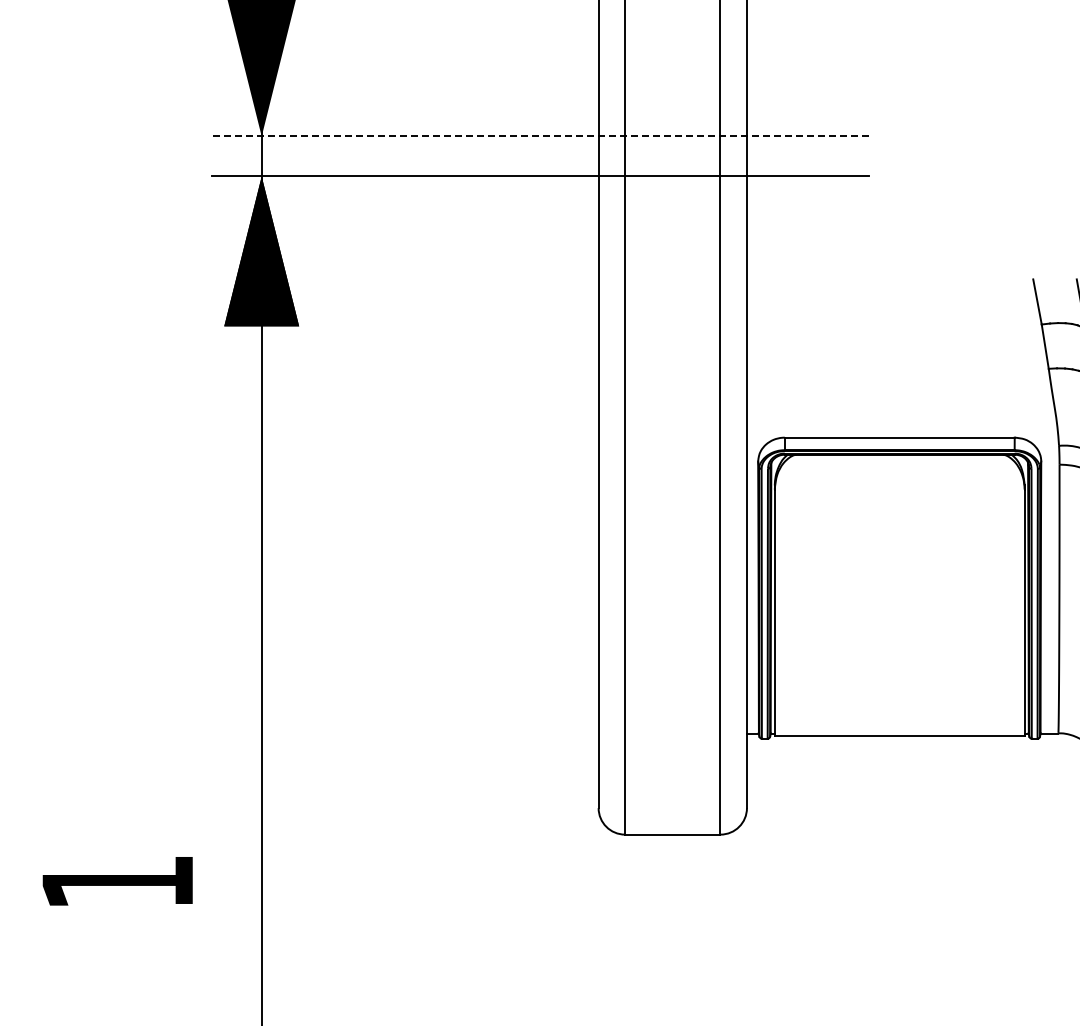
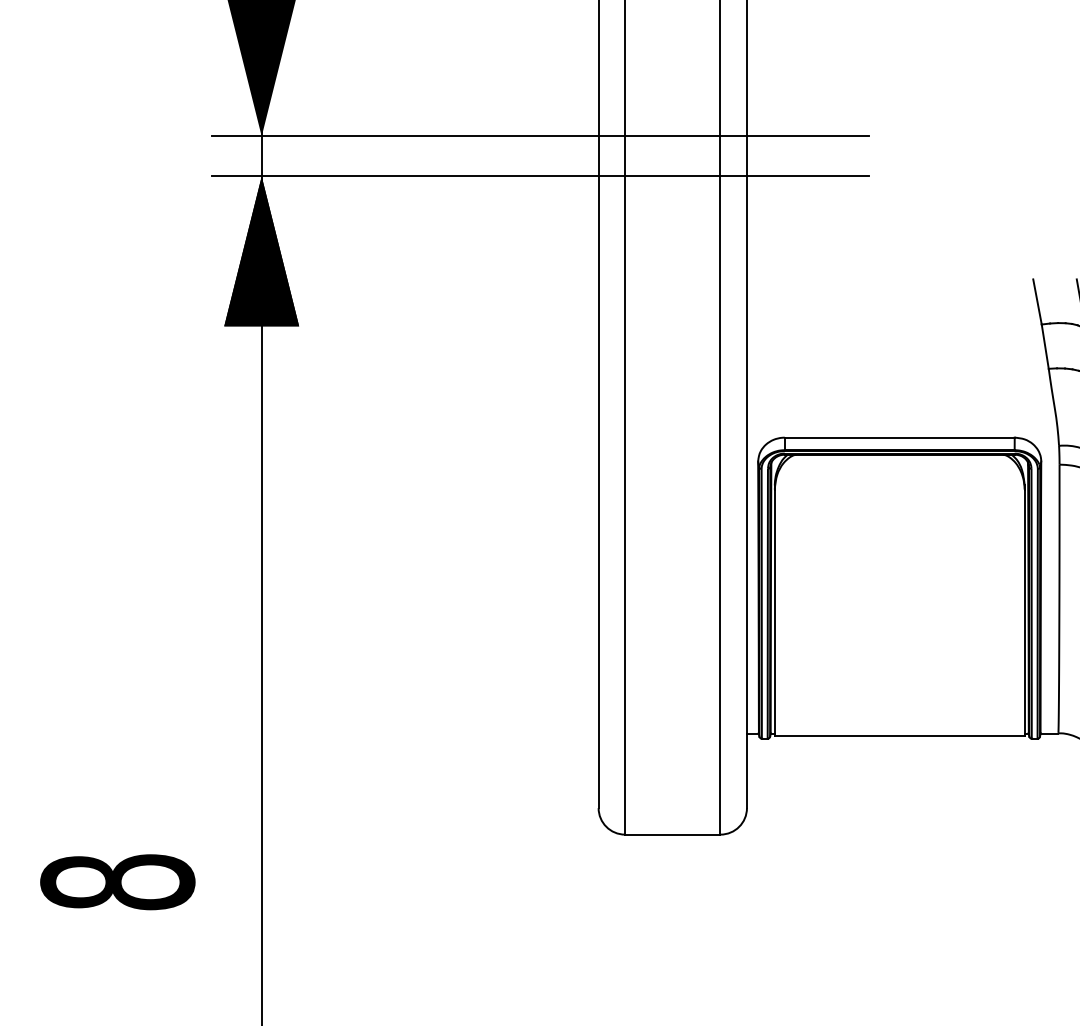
line at (540, 136): dashed -> solid
text at (117, 882): 1 -> 8
